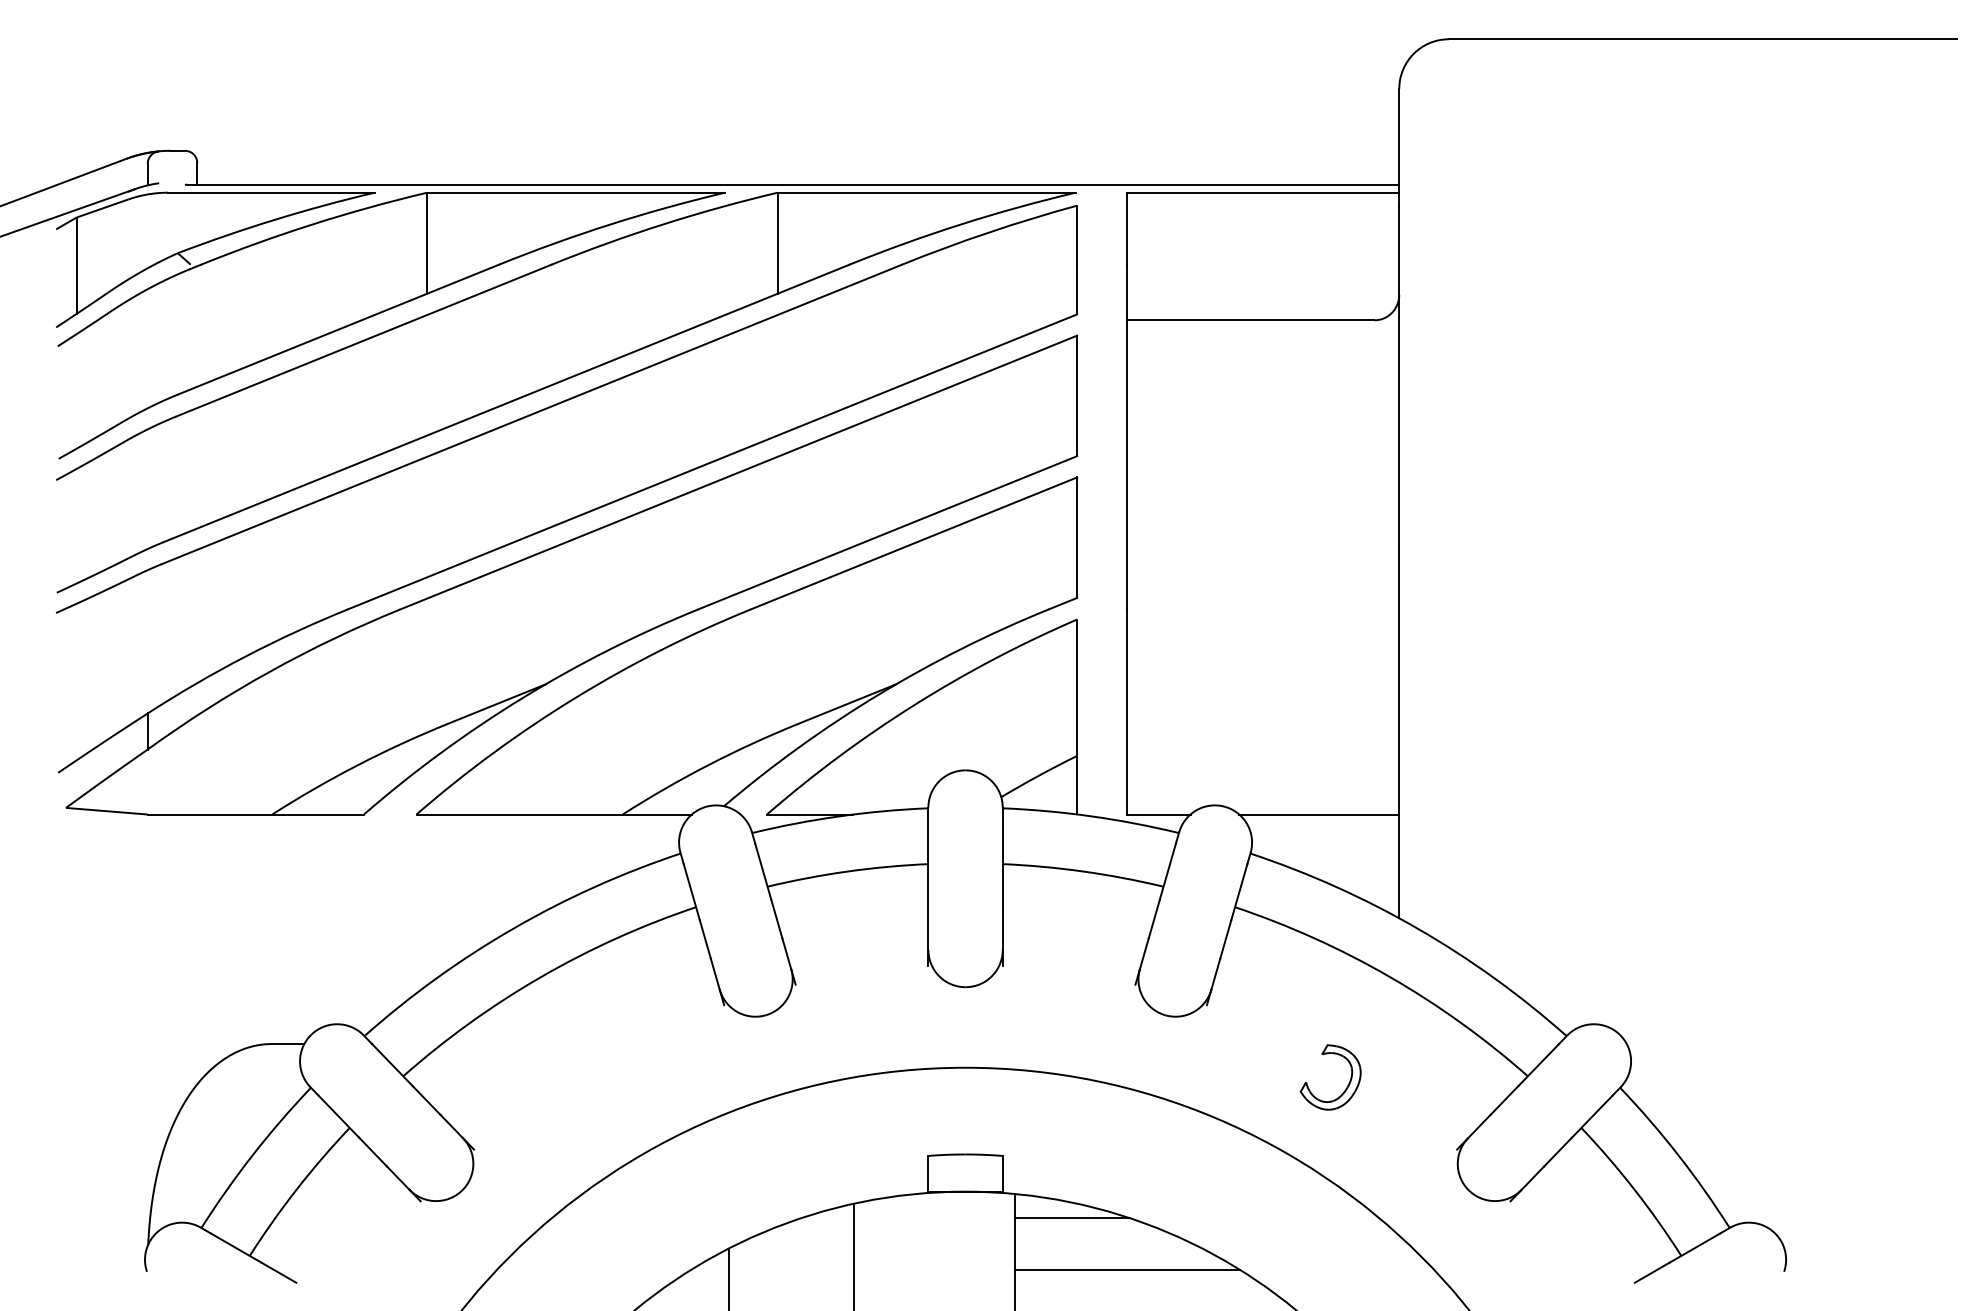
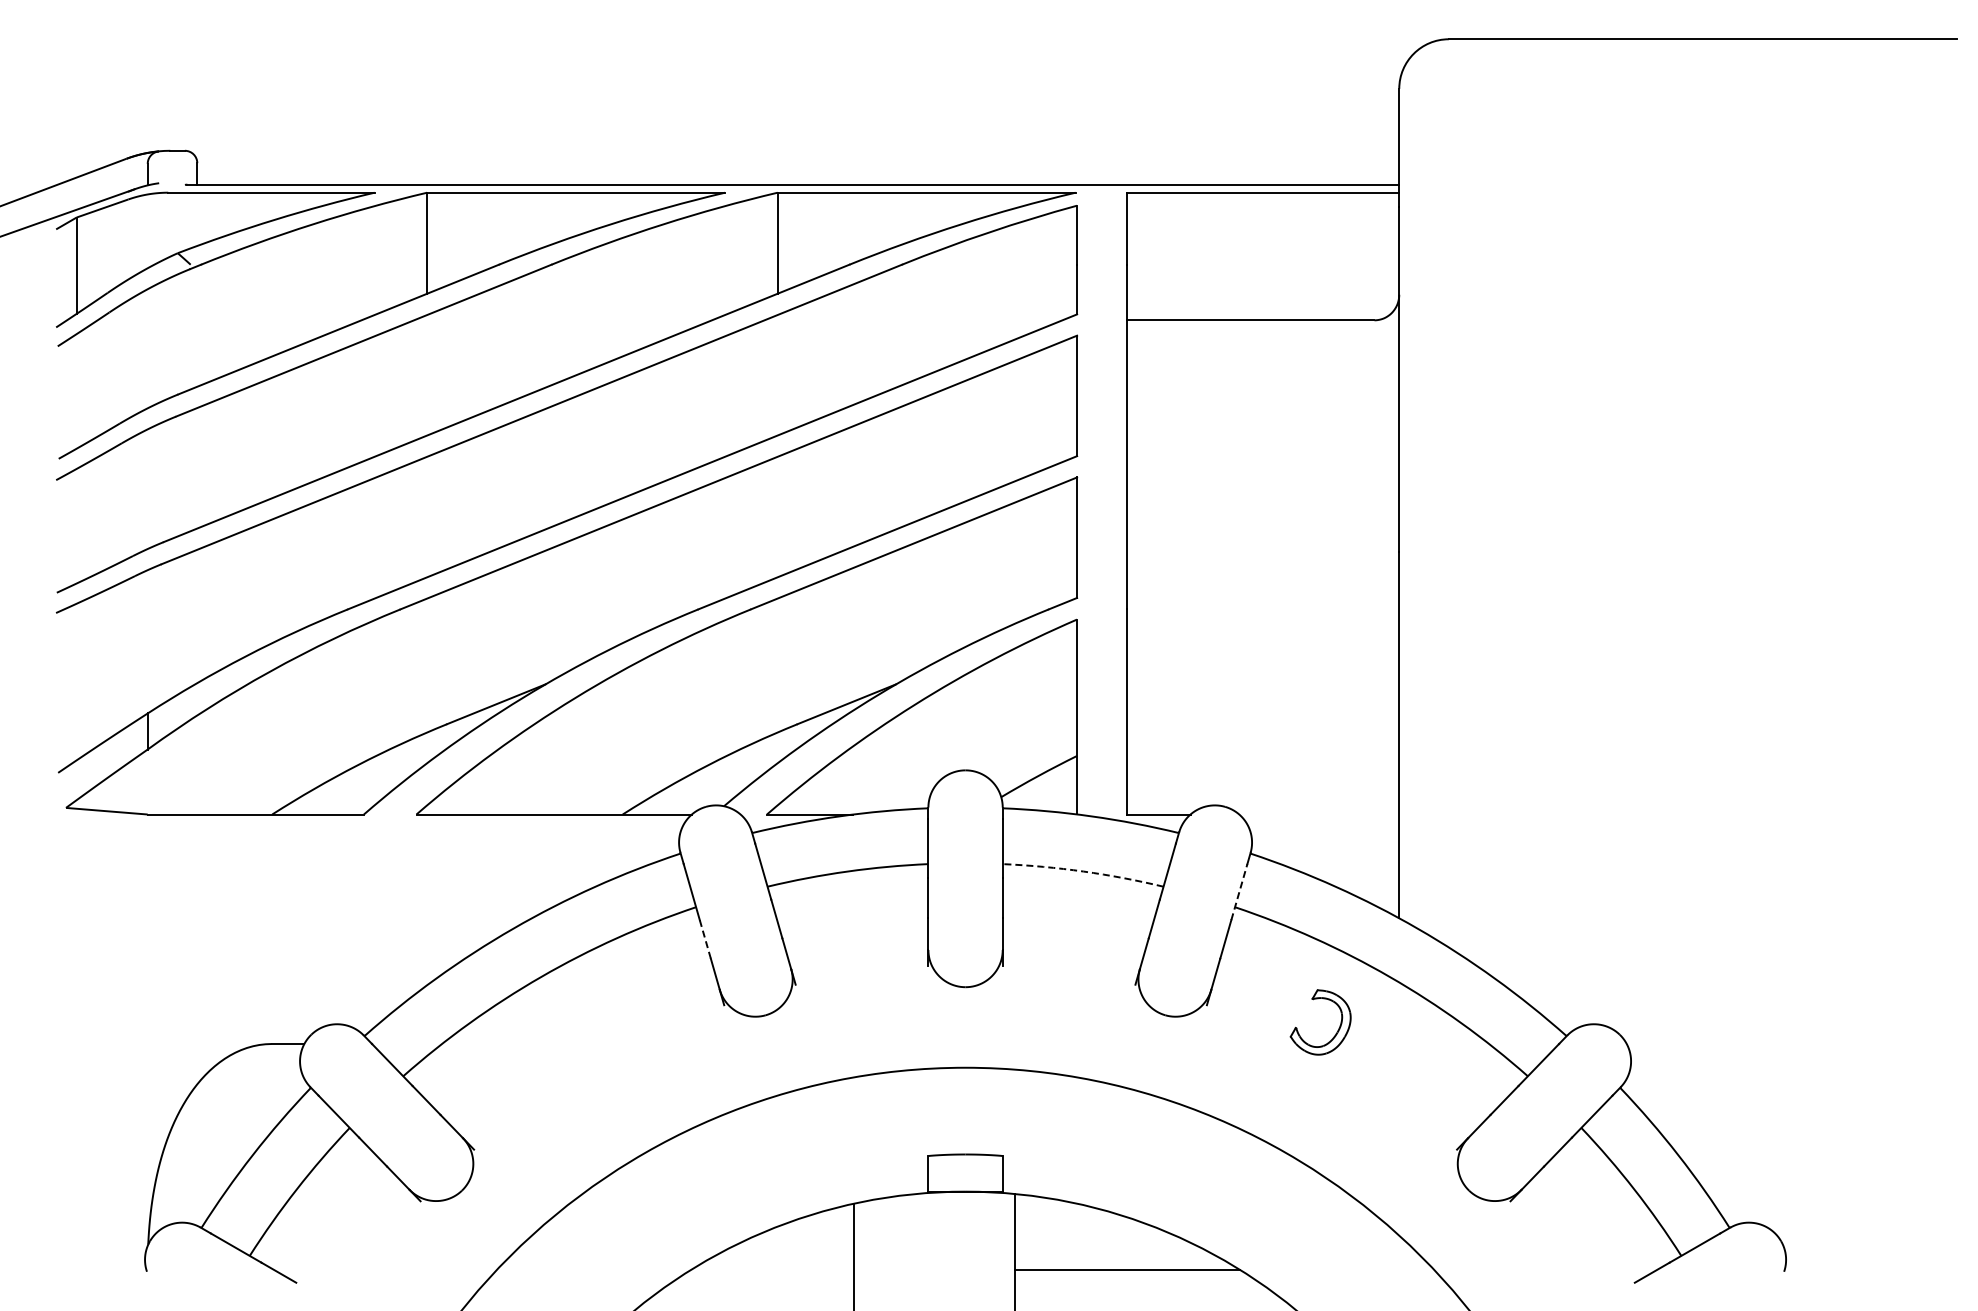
line at (1319, 814): present -> none
arc at (1083, 871): solid -> dashed
line at (1239, 891): solid -> dashed
line at (705, 939): solid -> dashed
part at (1345, 1088) position: (1345, 1088) -> (1335, 1033)
line at (1072, 1218): present -> none
line at (728, 1277): present -> none
